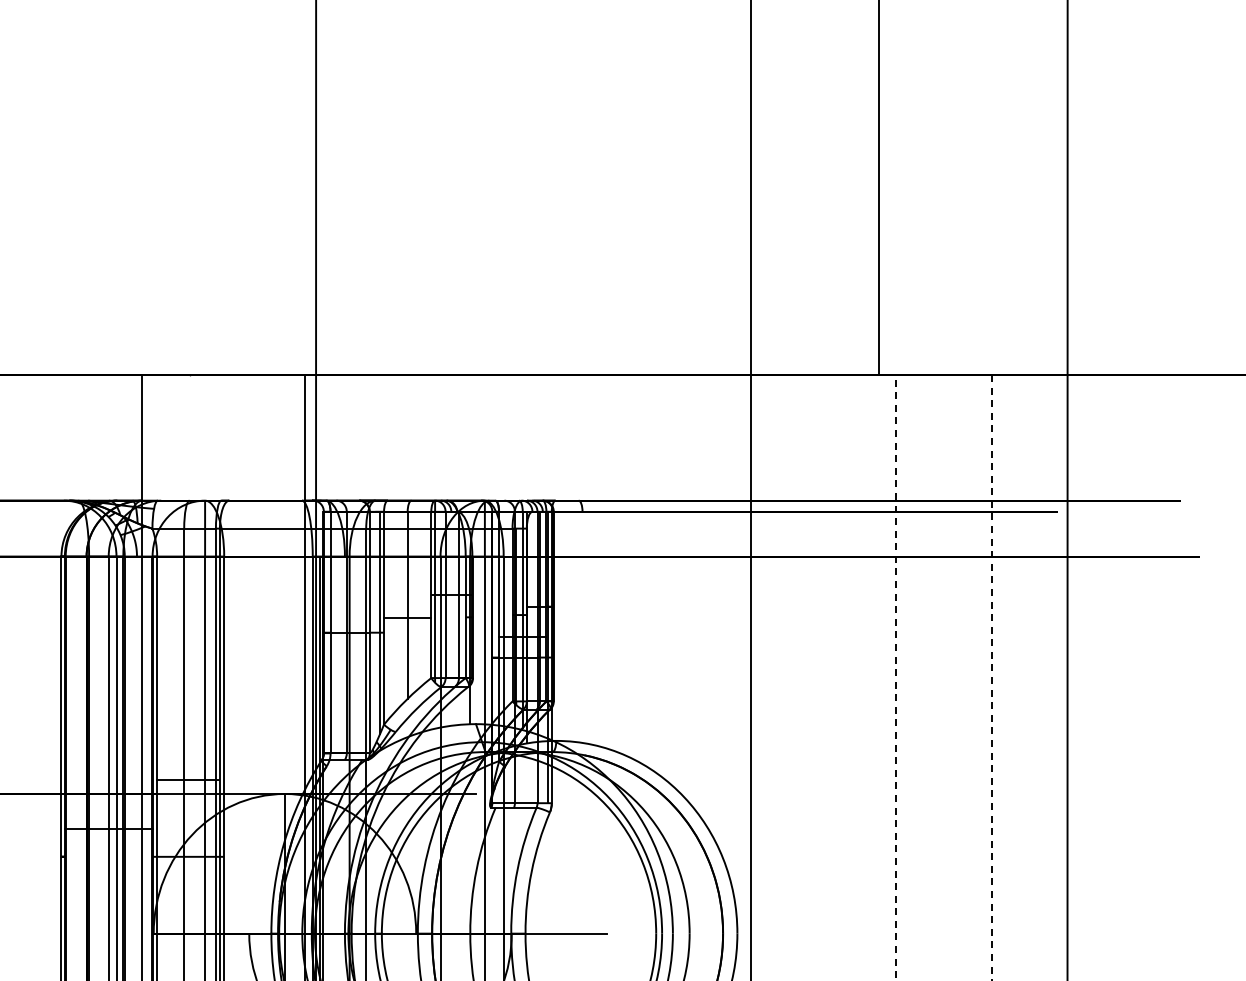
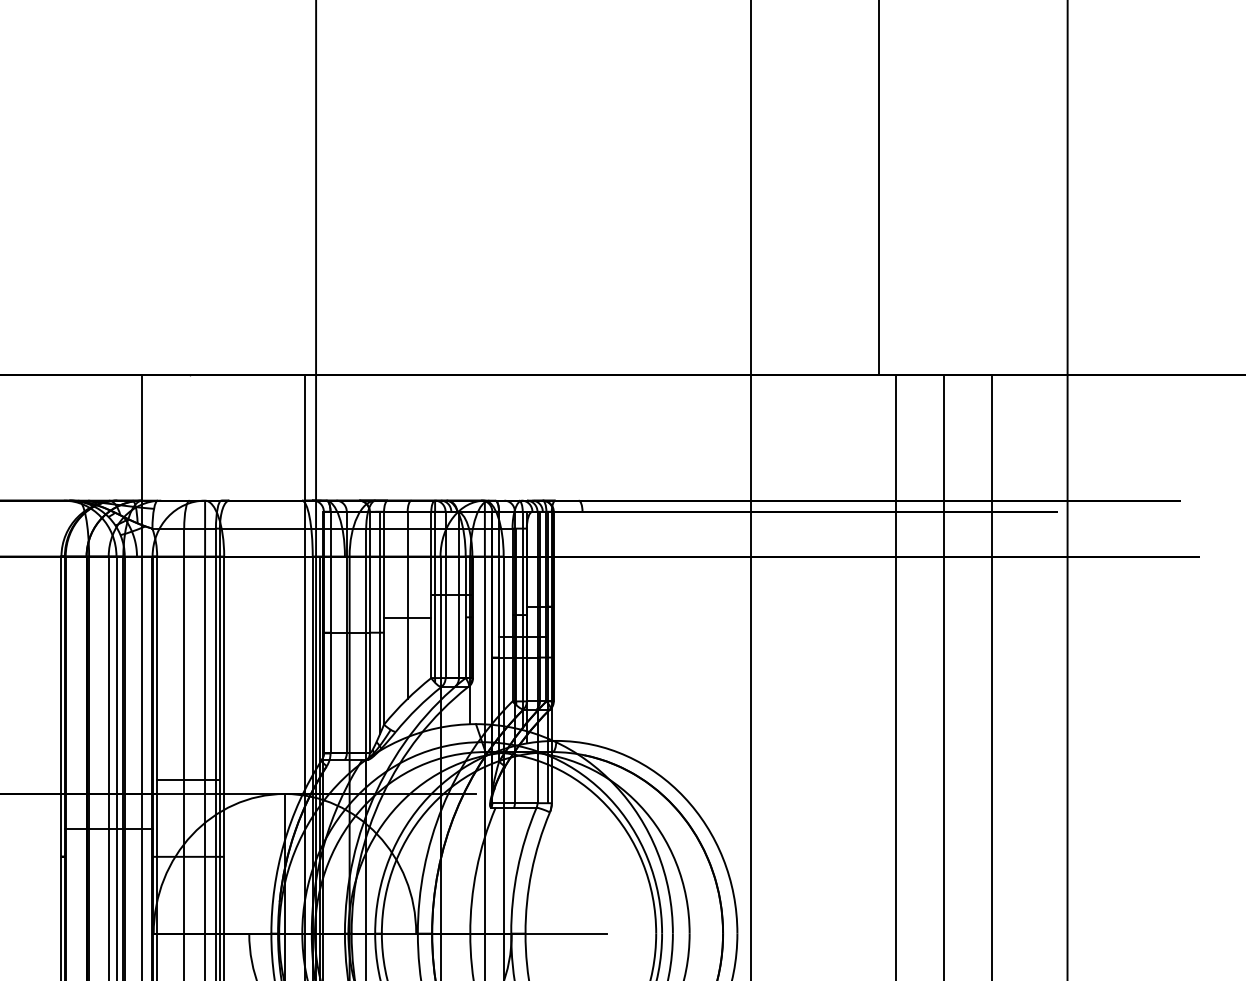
line at (943, 675): none -> present
line at (896, 677): dashed -> solid
line at (991, 677): dashed -> solid
